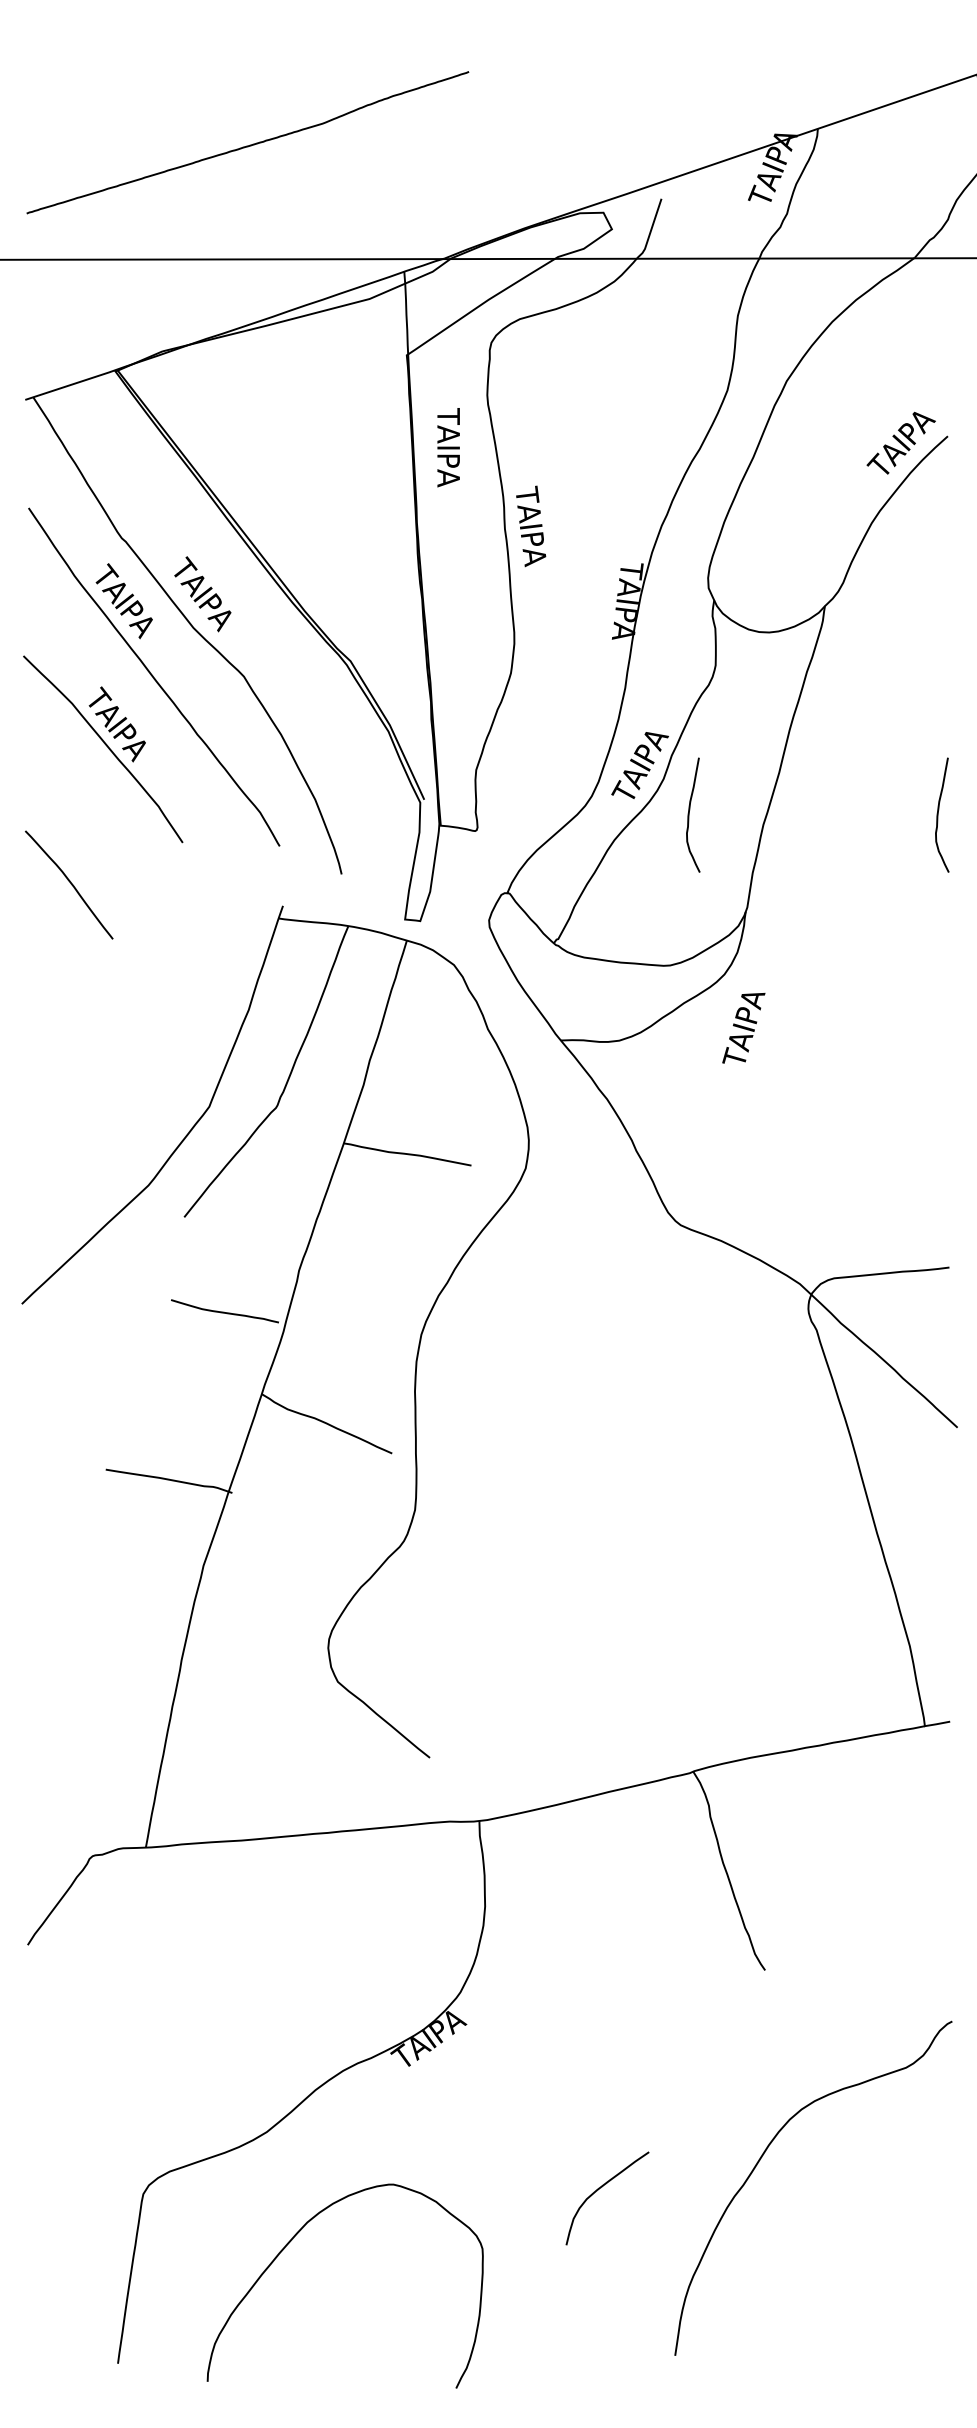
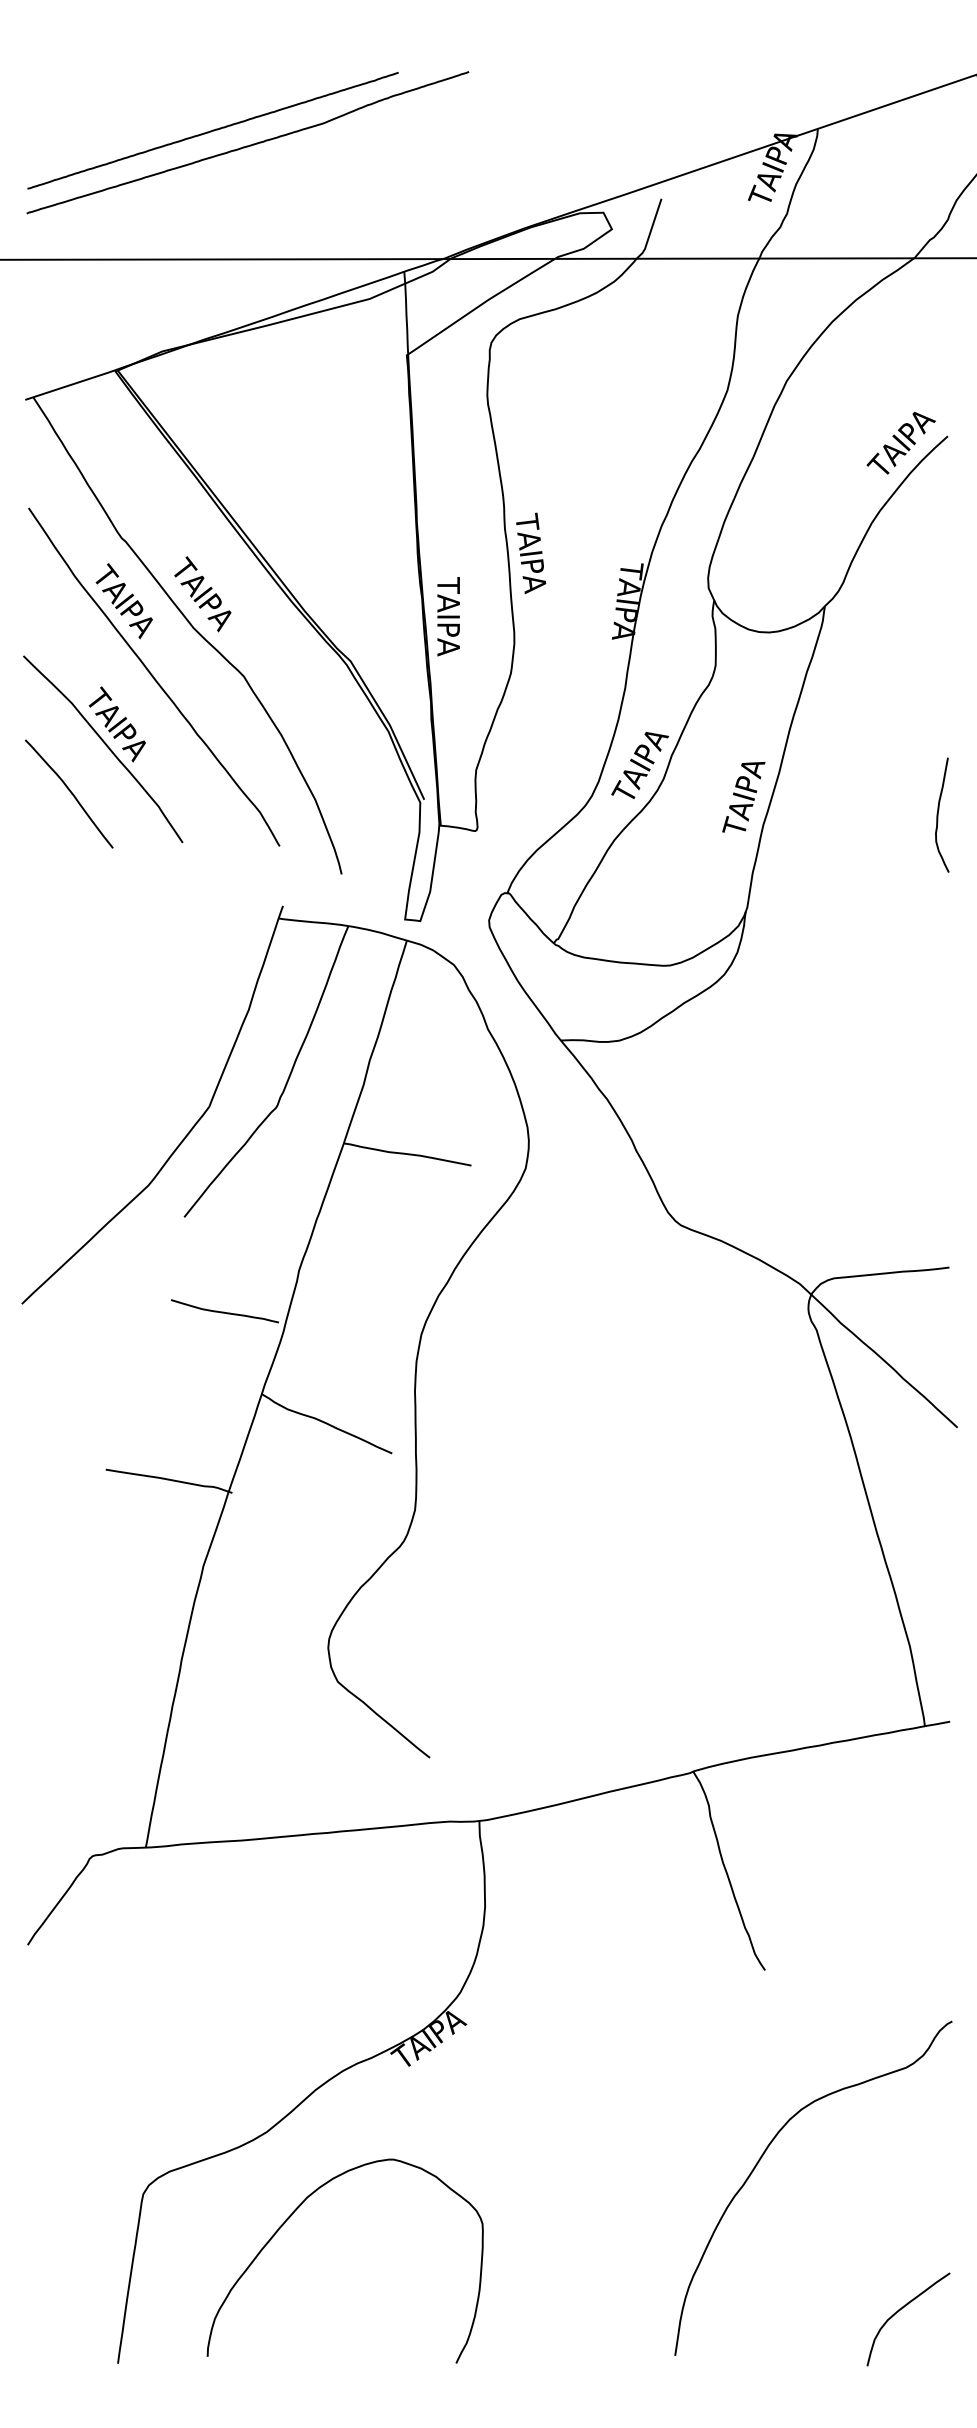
line at (212, 130): none -> present
text at (448, 447) position: (448, 447) -> (448, 616)
text at (531, 526) position: (531, 526) -> (531, 553)
curve at (689, 814): present -> none
curve at (70, 884) position: (70, 884) -> (70, 793)
text at (743, 1028) position: (743, 1028) -> (743, 797)
curve at (599, 2189) position: (599, 2189) -> (900, 2310)
curve at (292, 2240) position: (292, 2240) -> (292, 2215)
